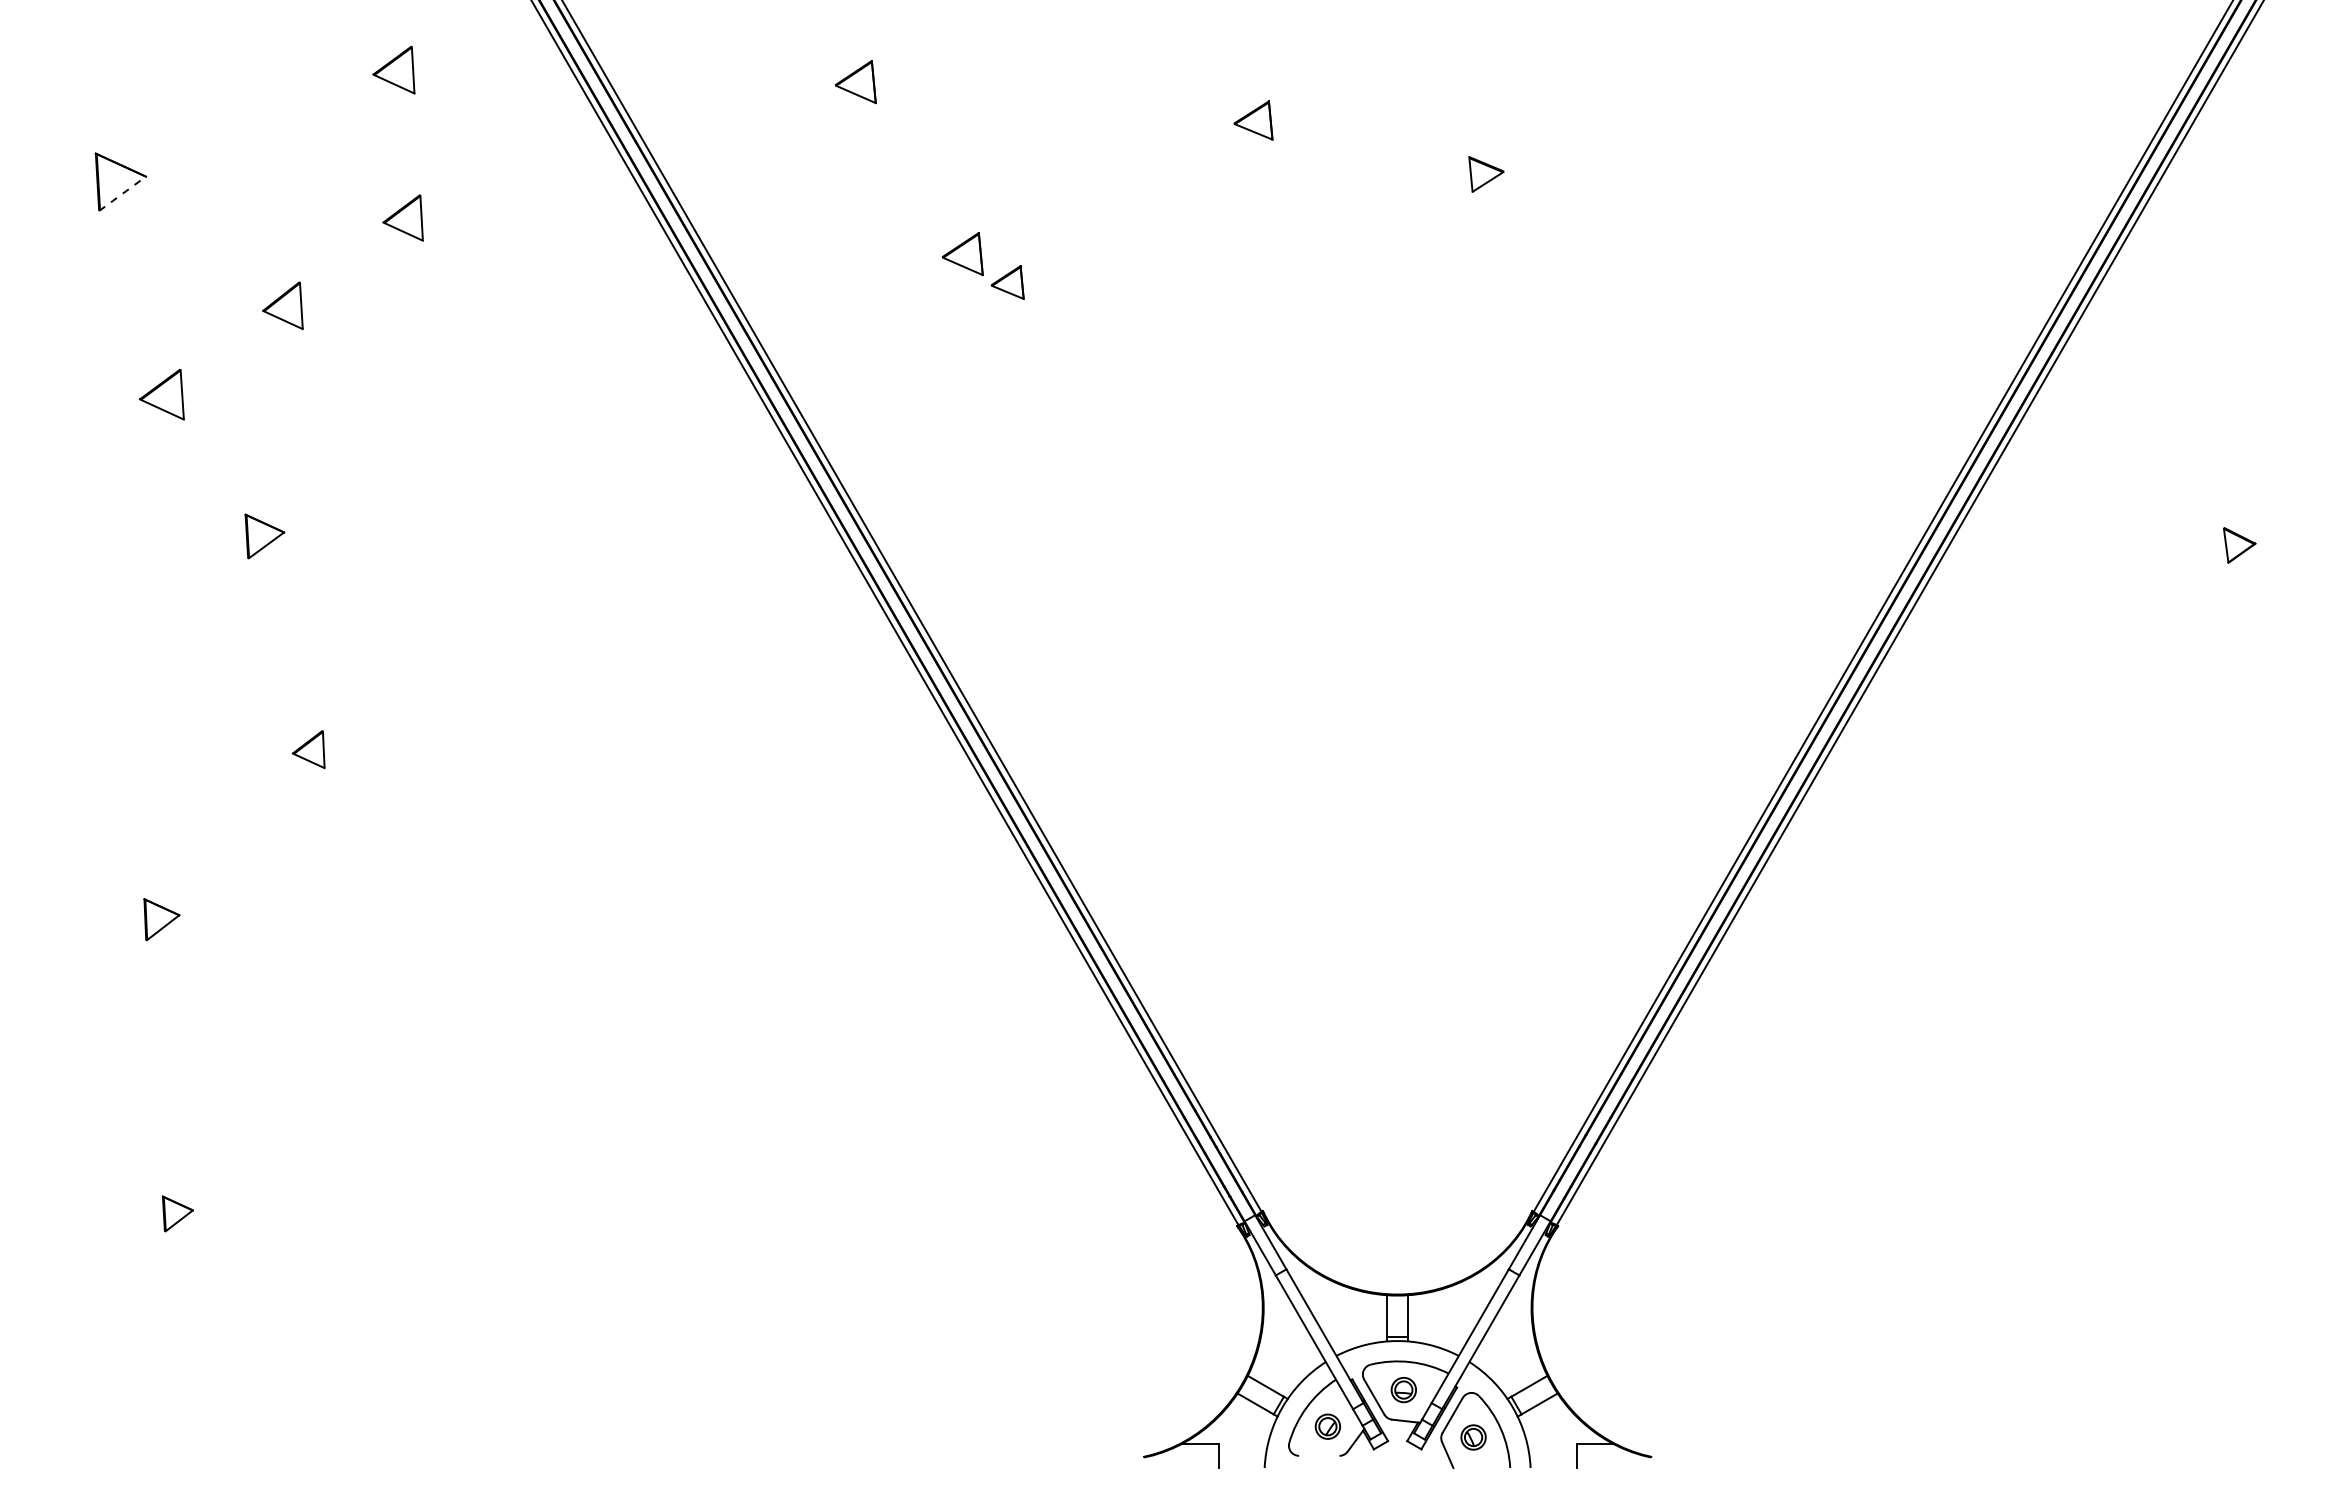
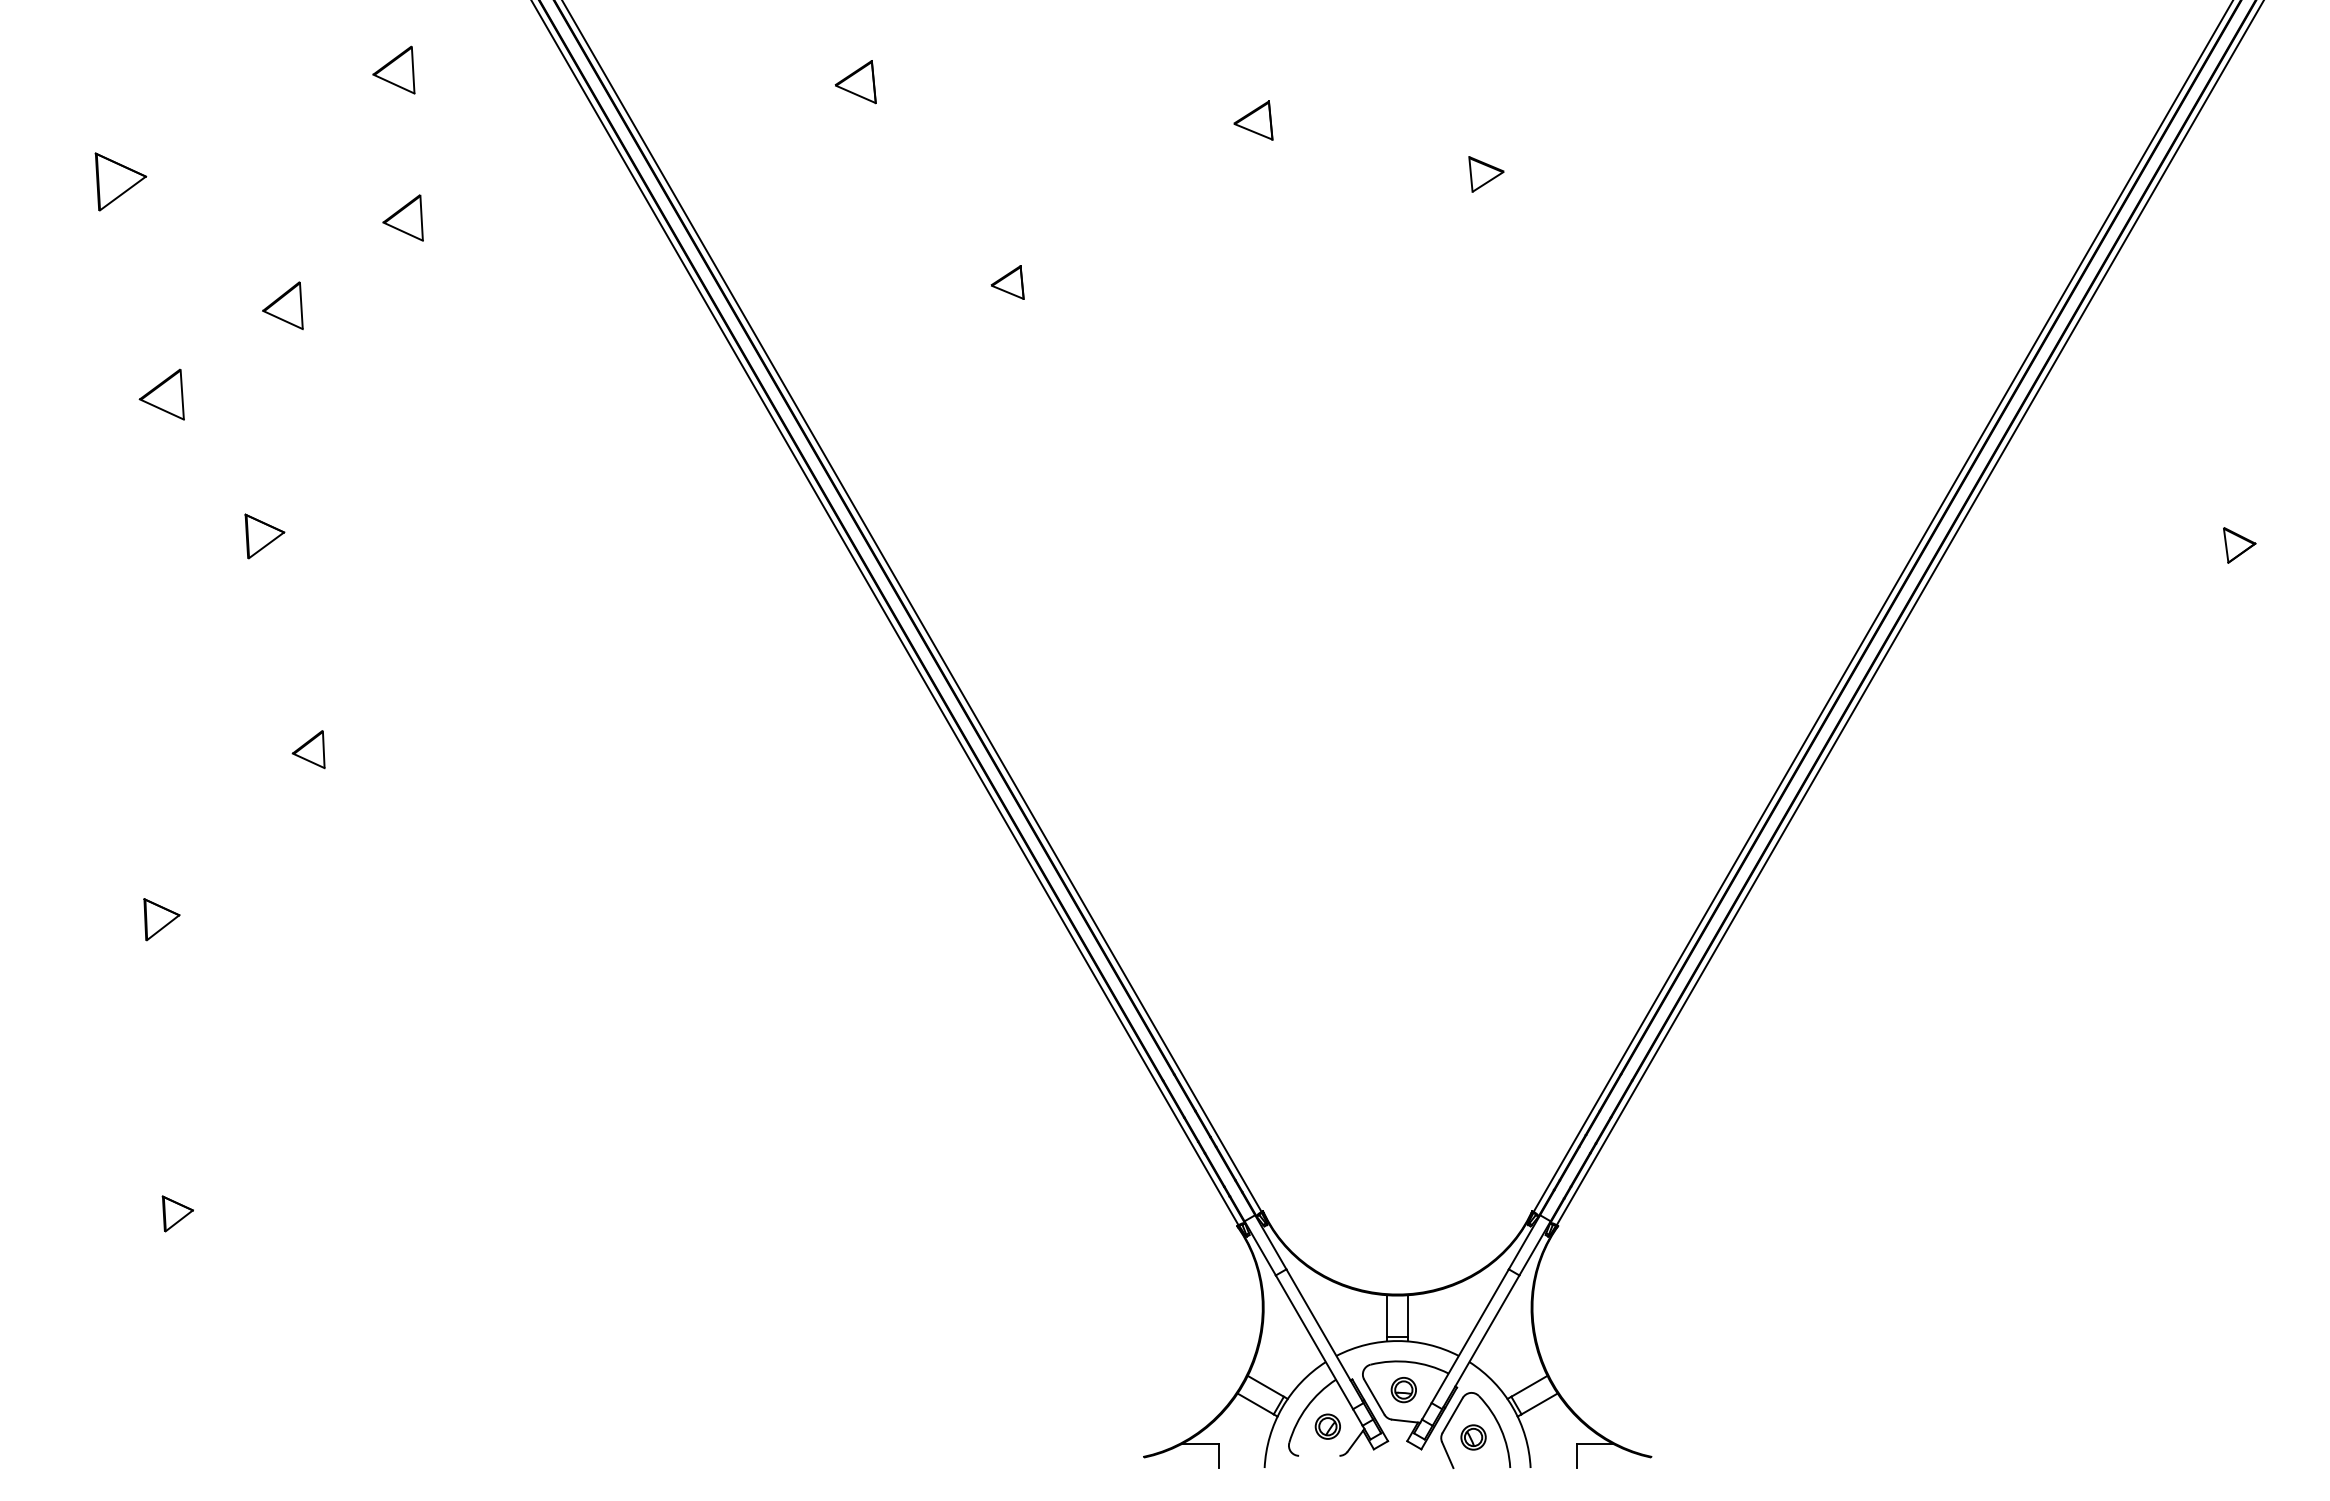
line at (122, 194): dashed -> solid
part at (962, 254): present -> none
